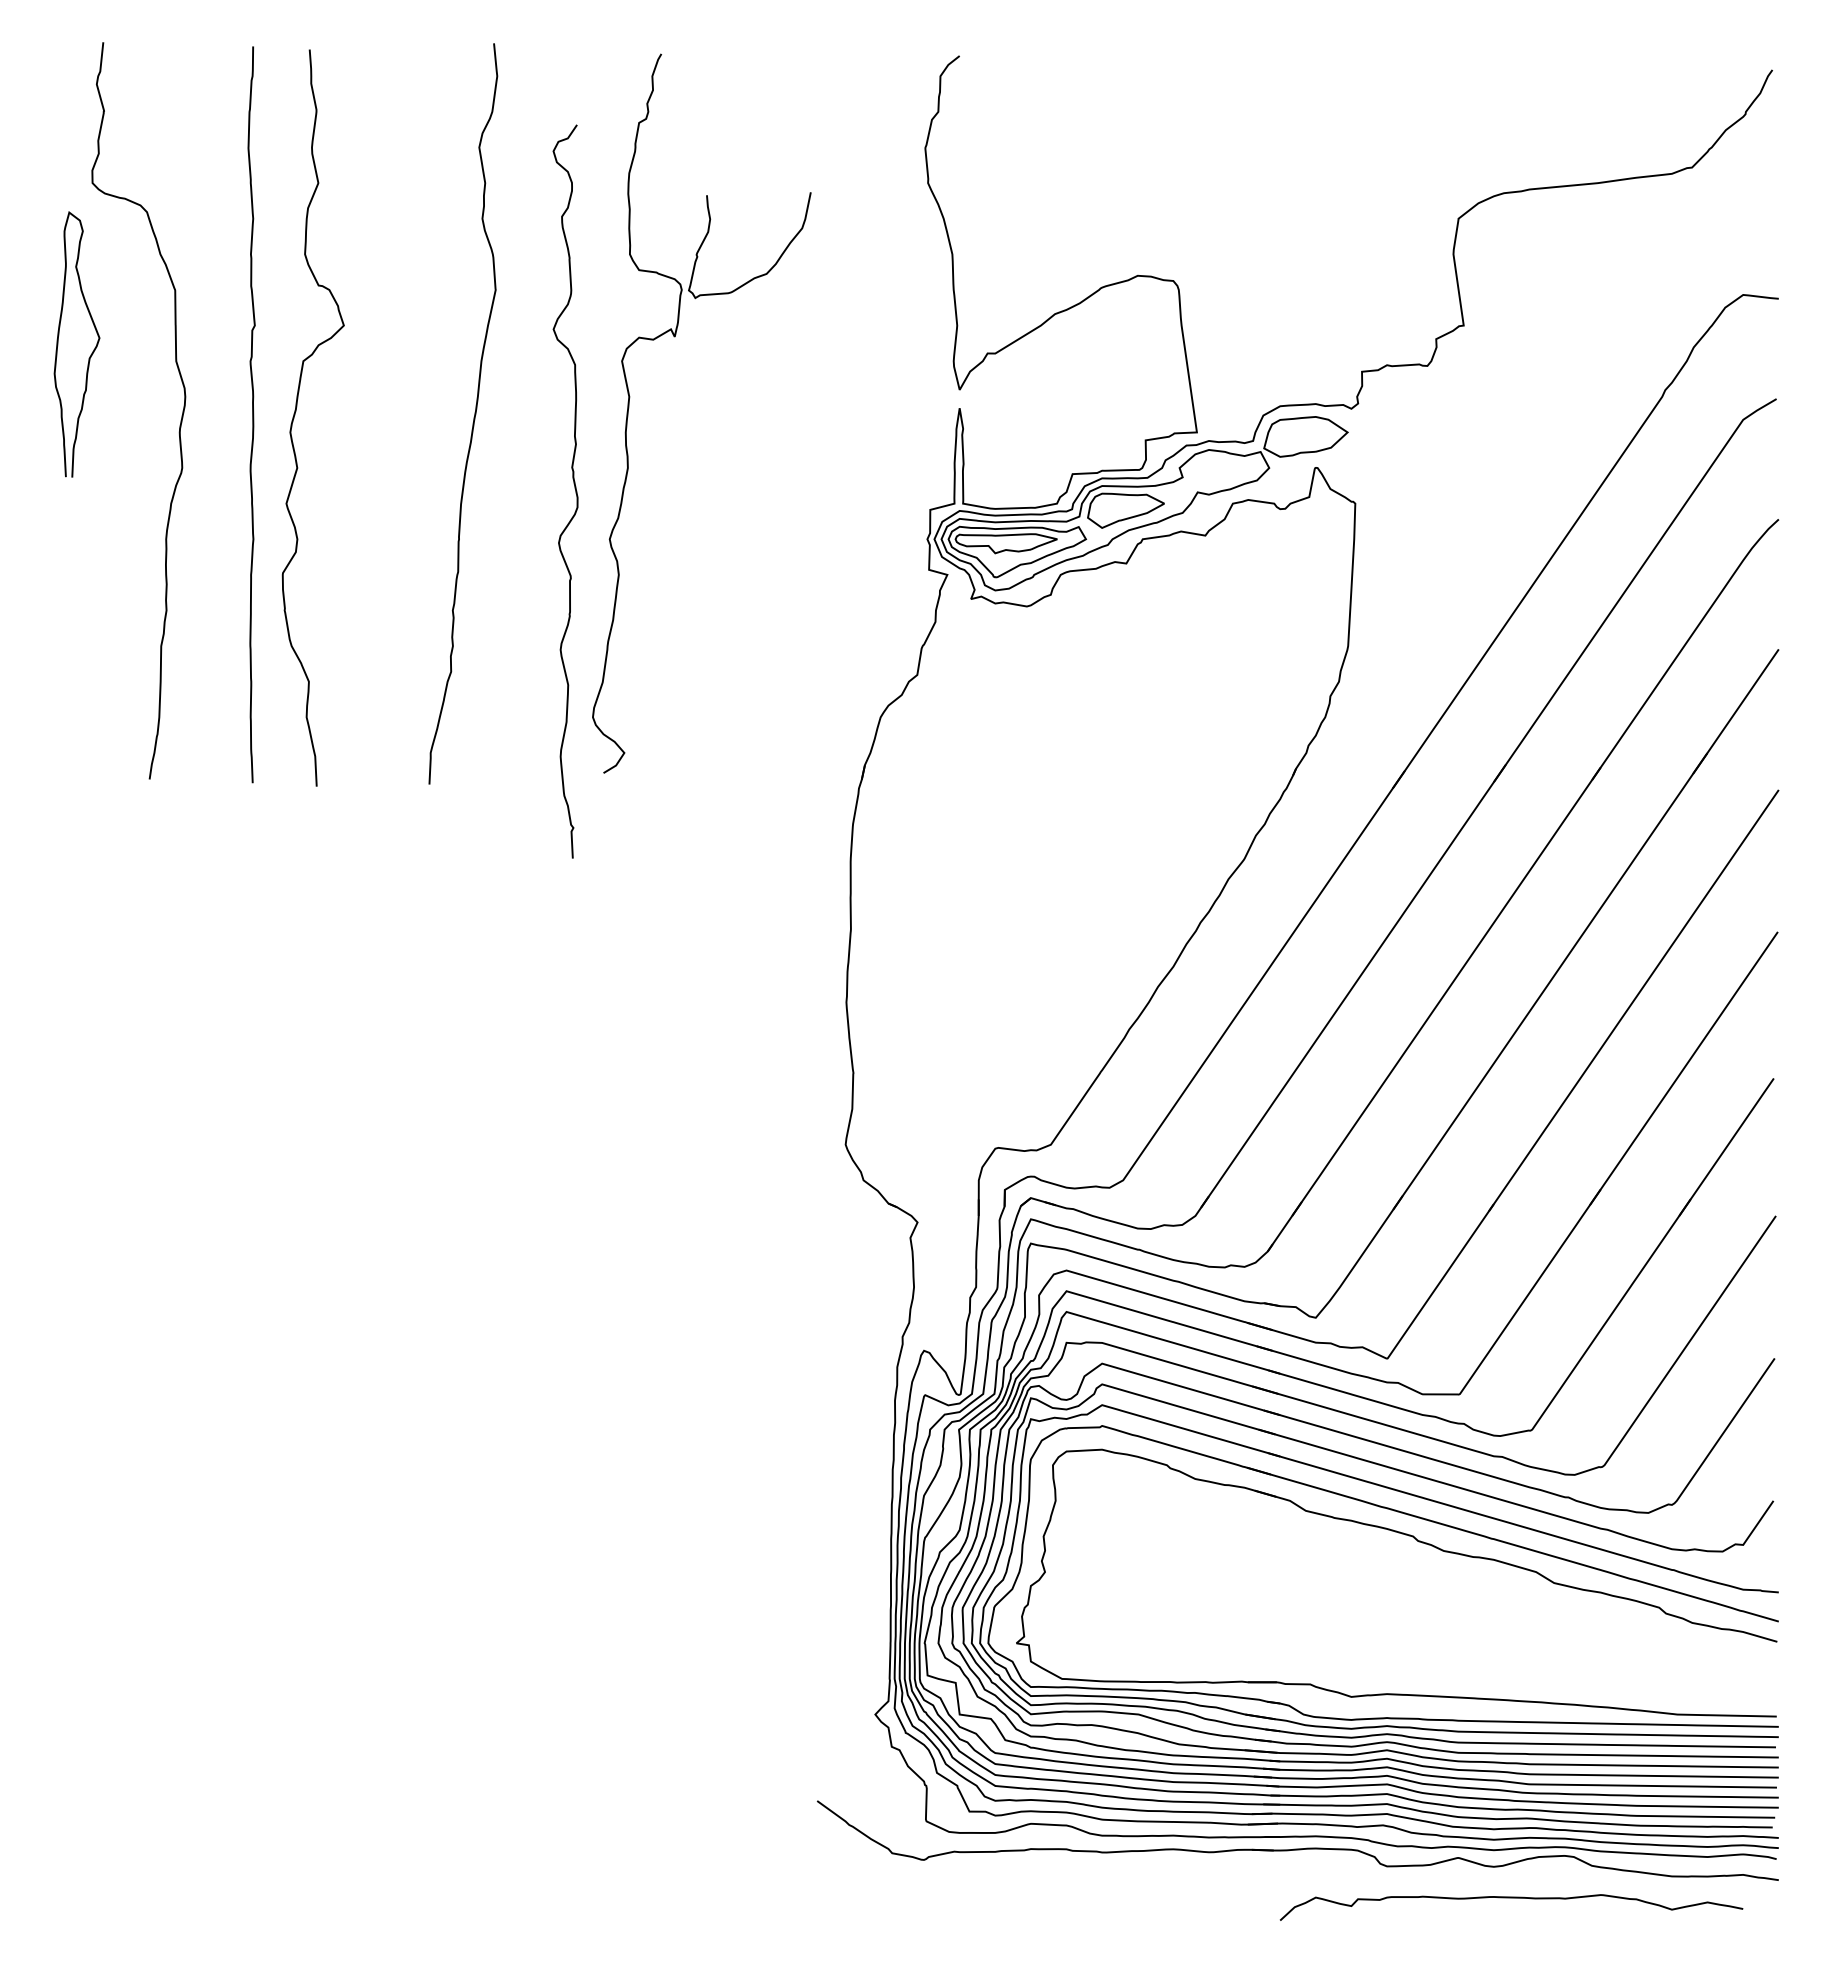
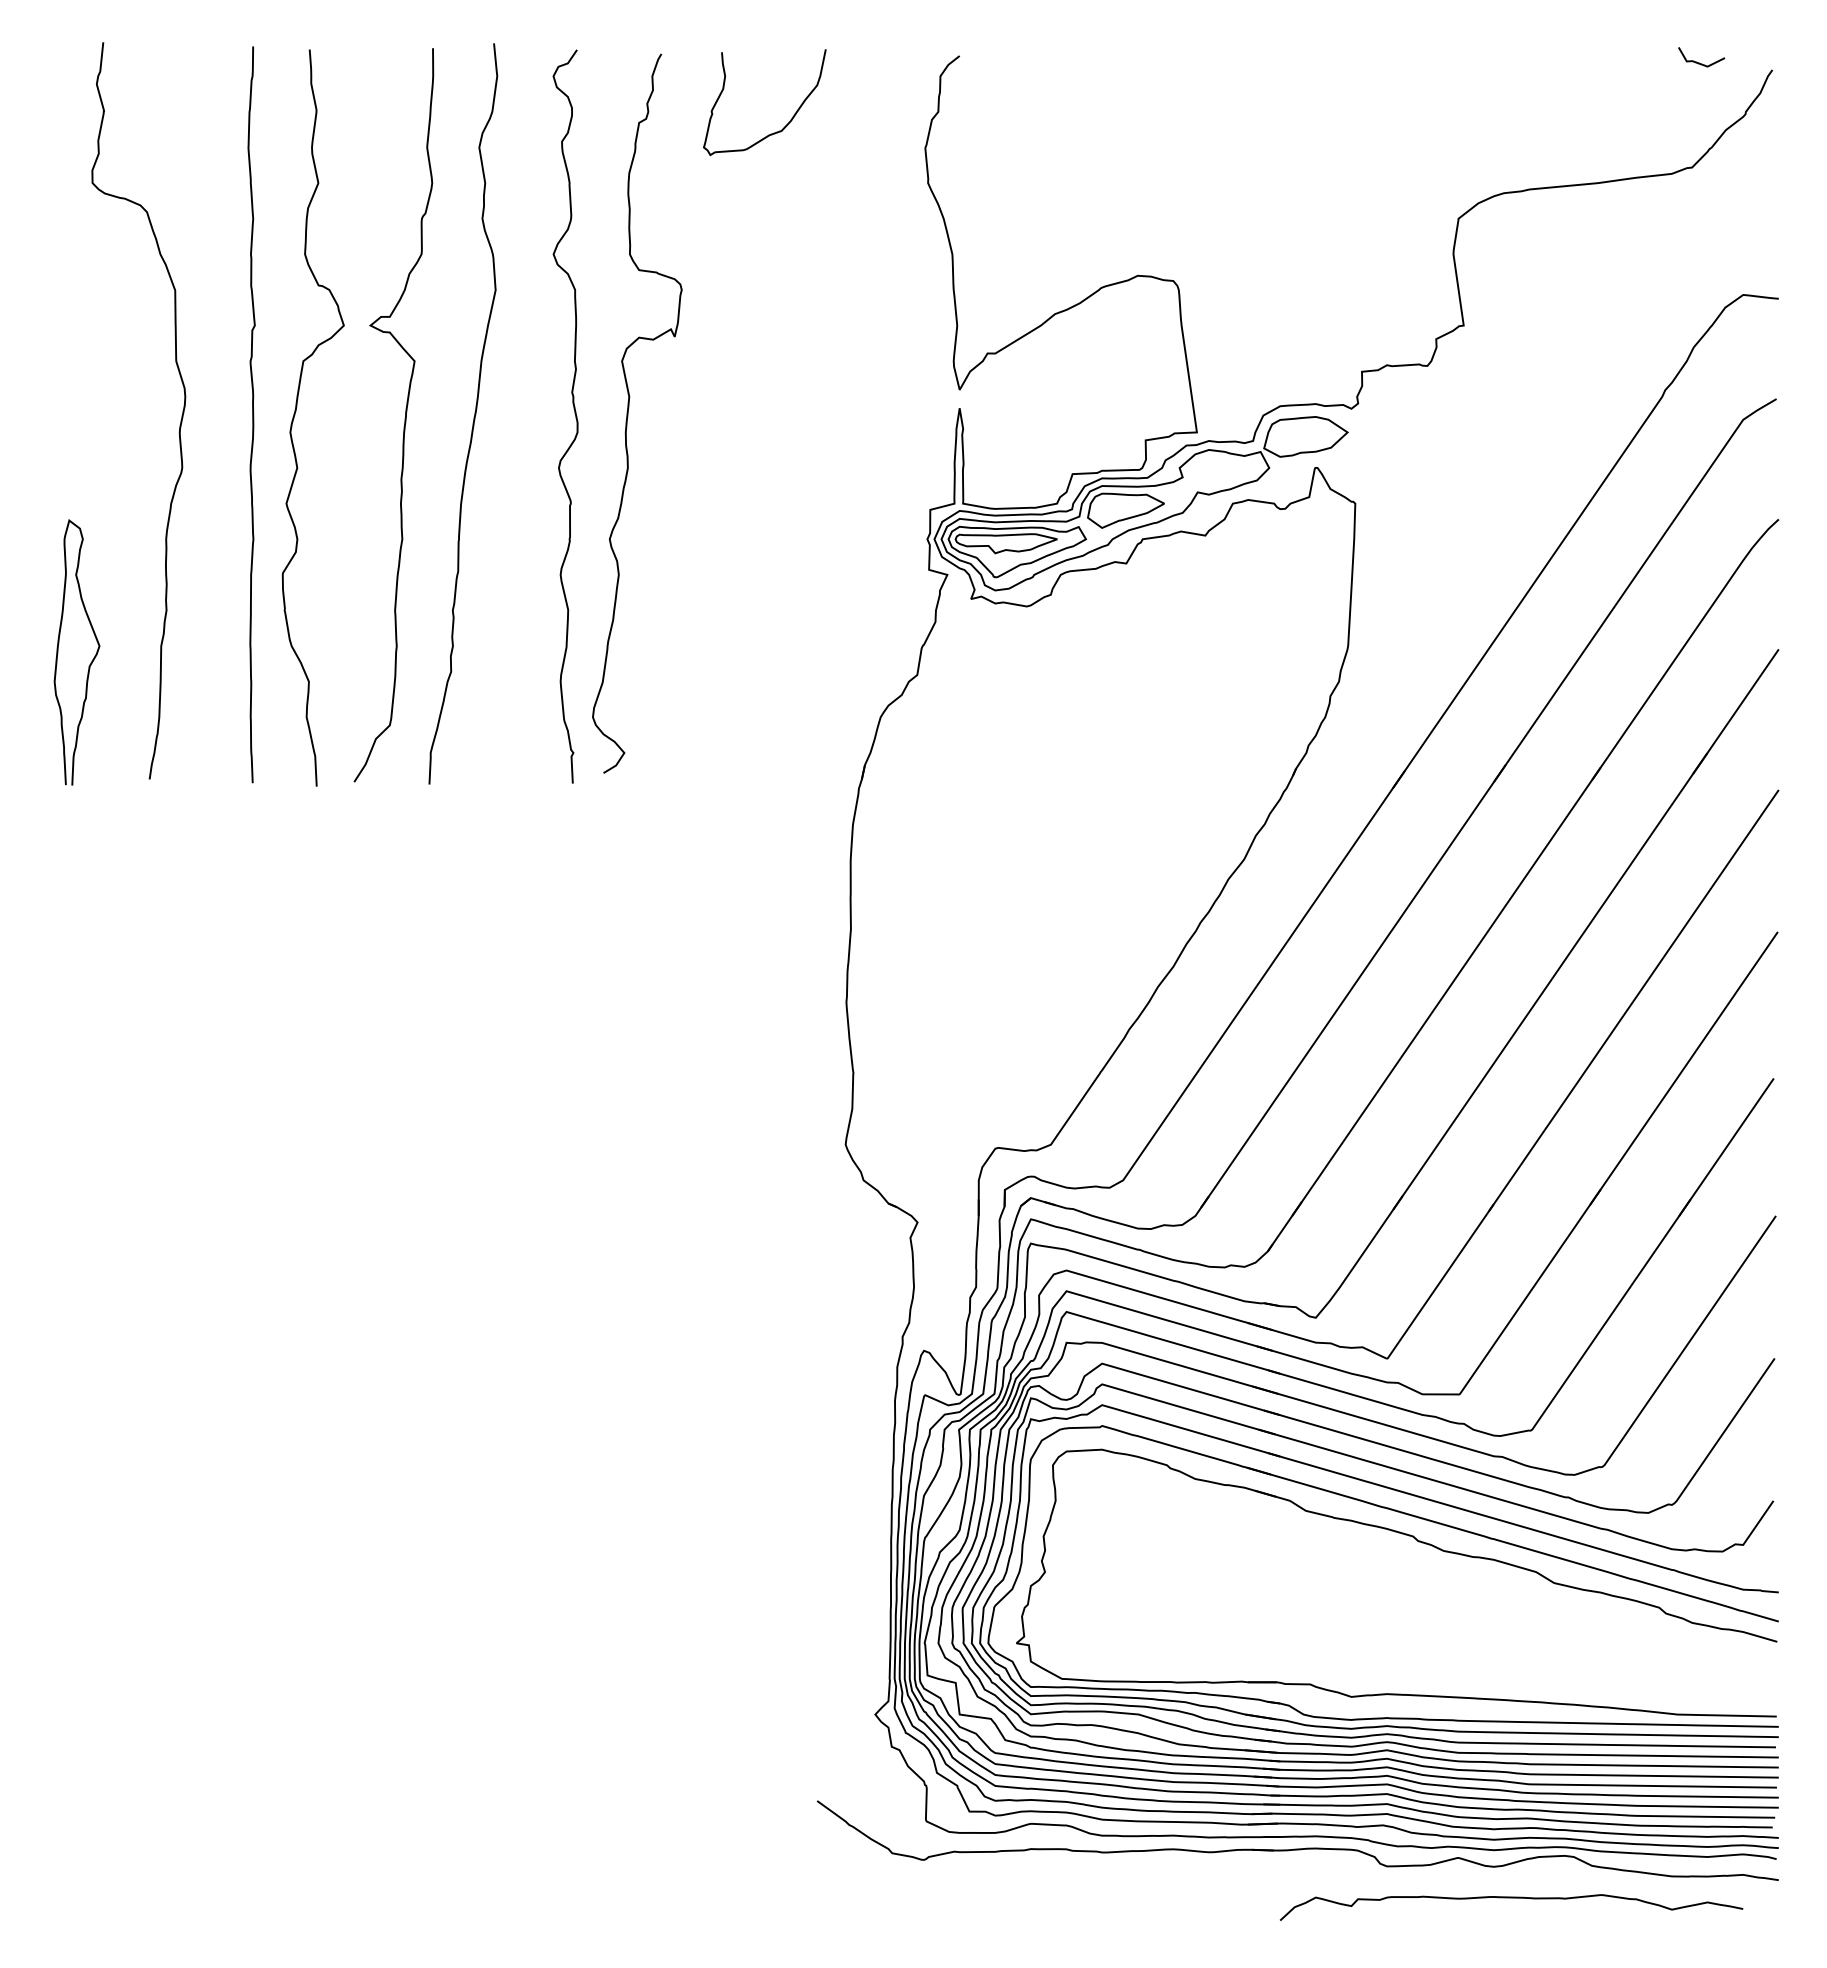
line at (1699, 62): none -> present
curve at (775, 262) position: (775, 262) -> (790, 119)
curve at (90, 354) position: (90, 354) -> (90, 662)
curve at (404, 418): none -> present
curve at (574, 488) position: (574, 488) -> (574, 413)
